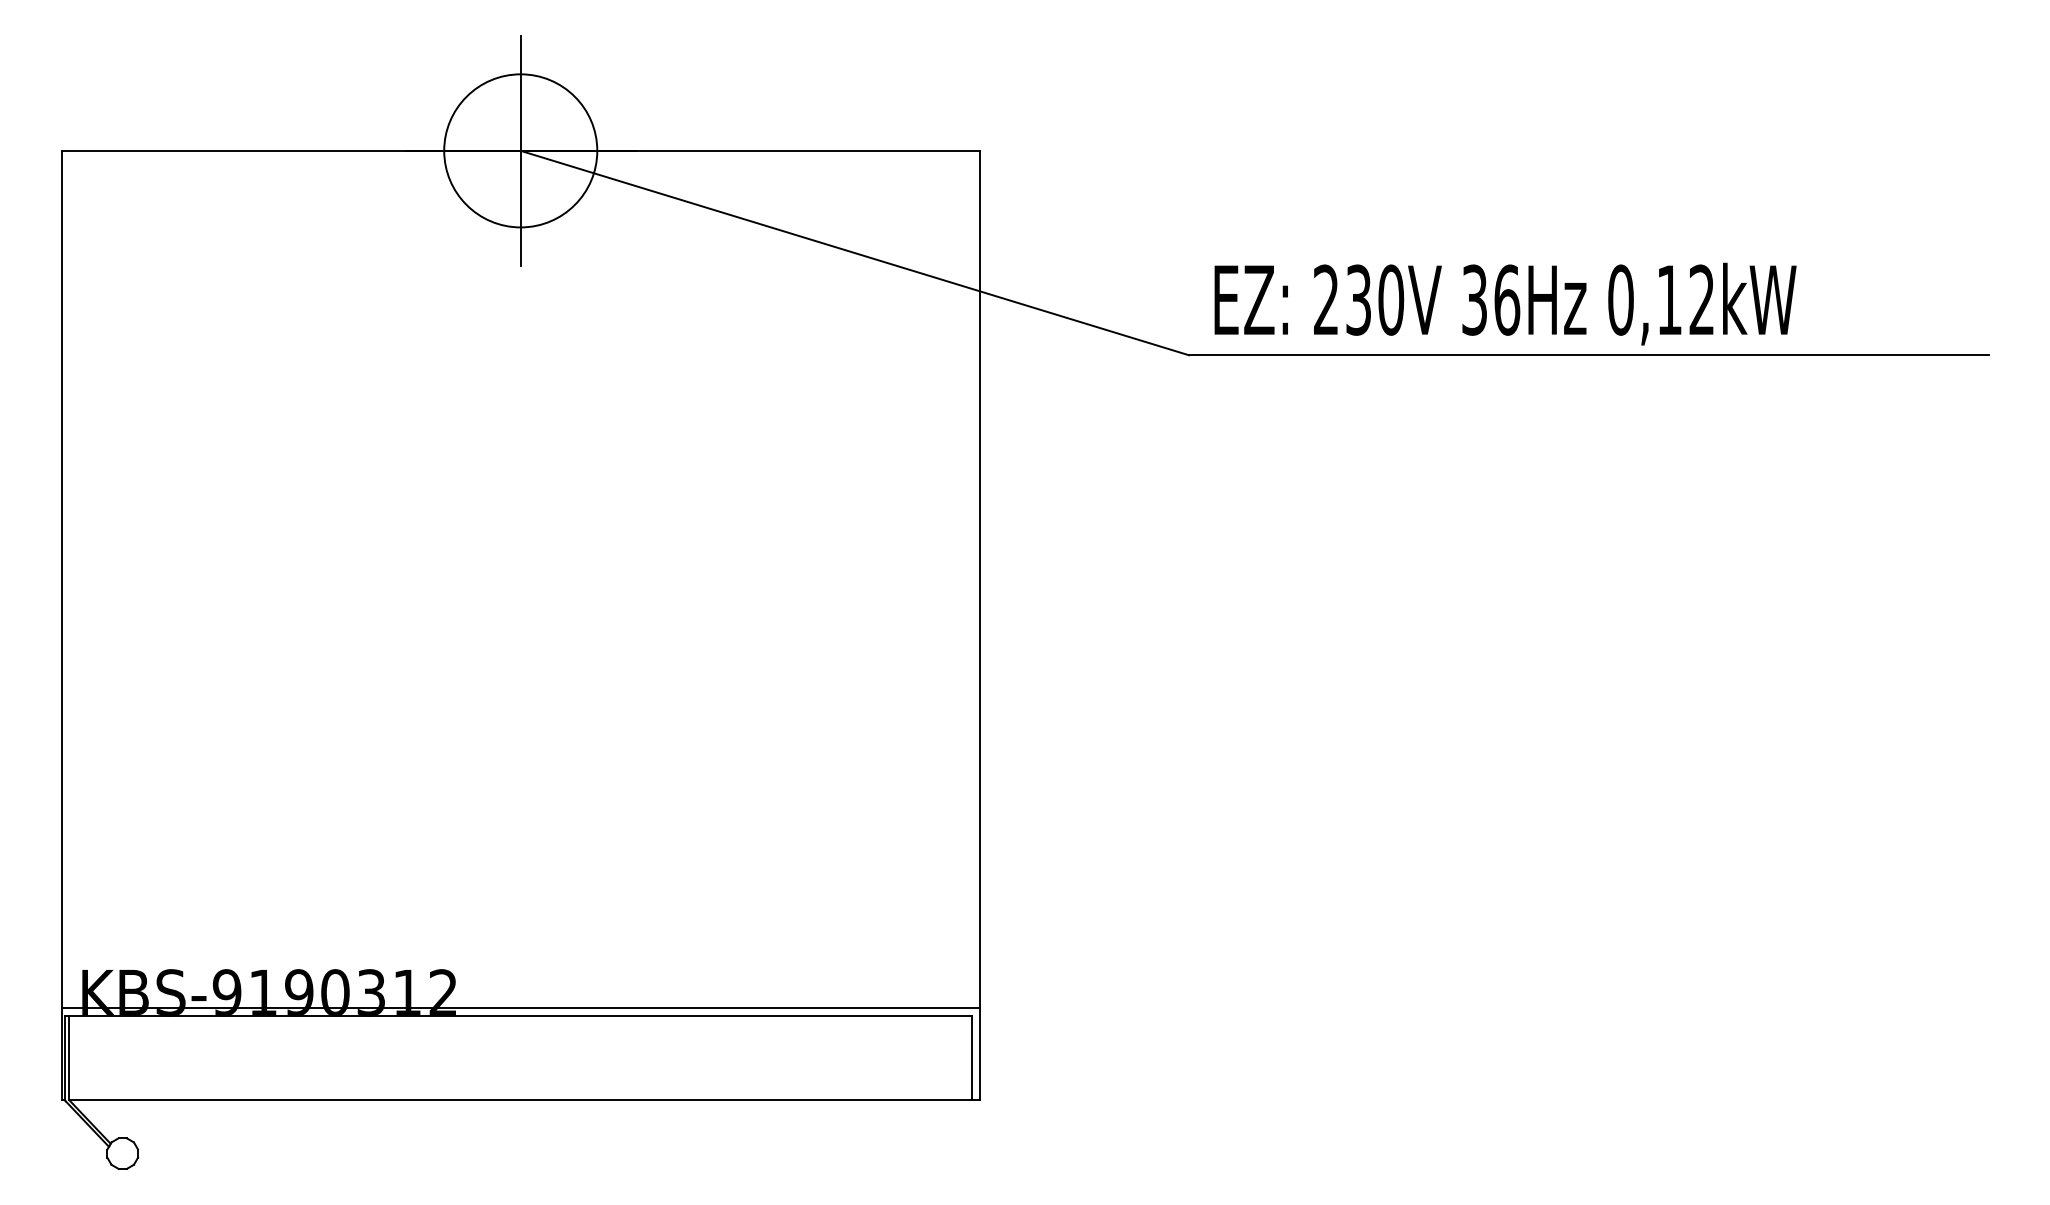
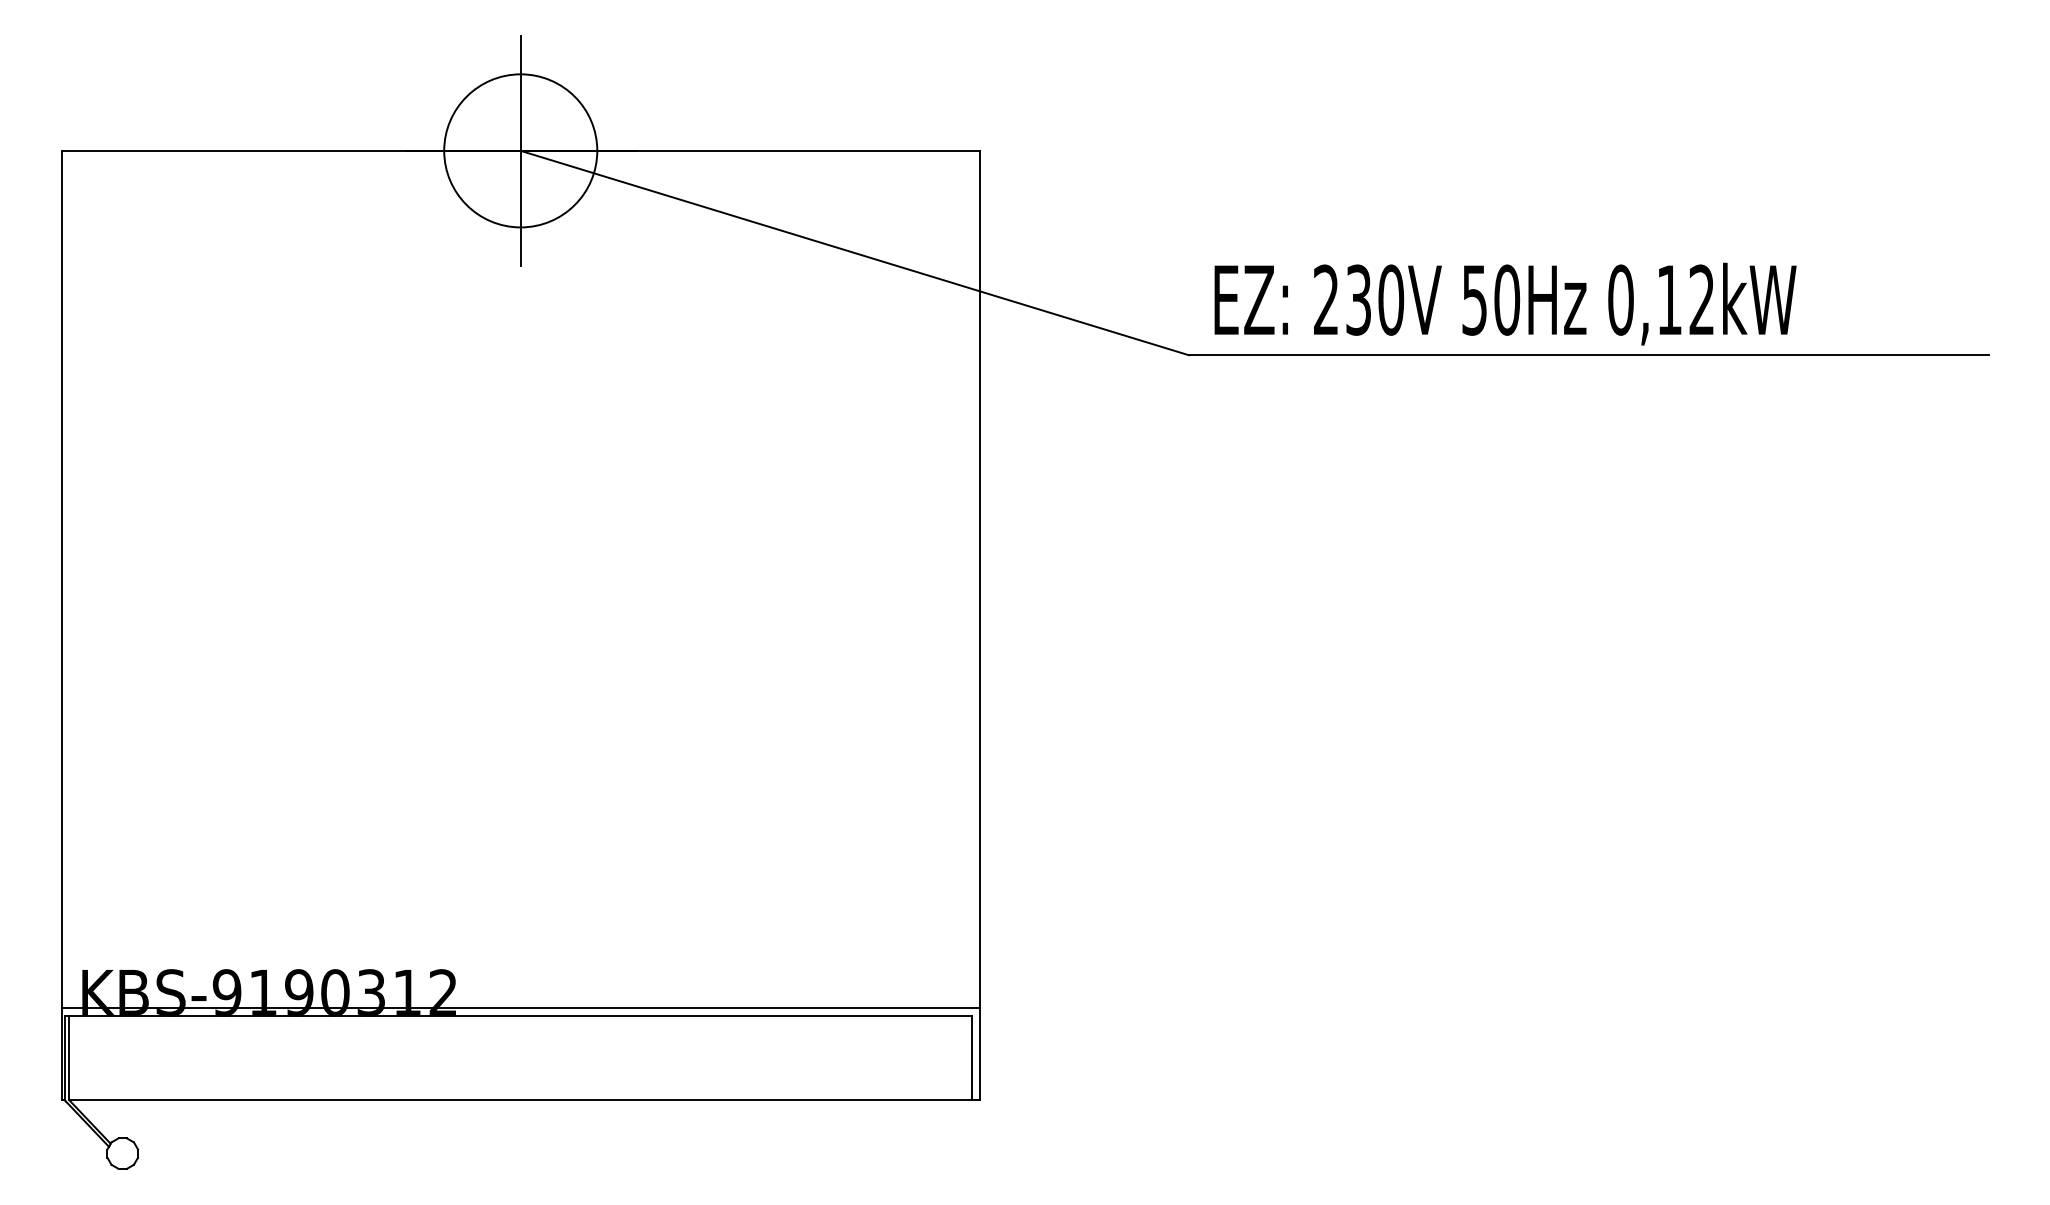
text at (1491, 299): 36Hz -> 50Hz
